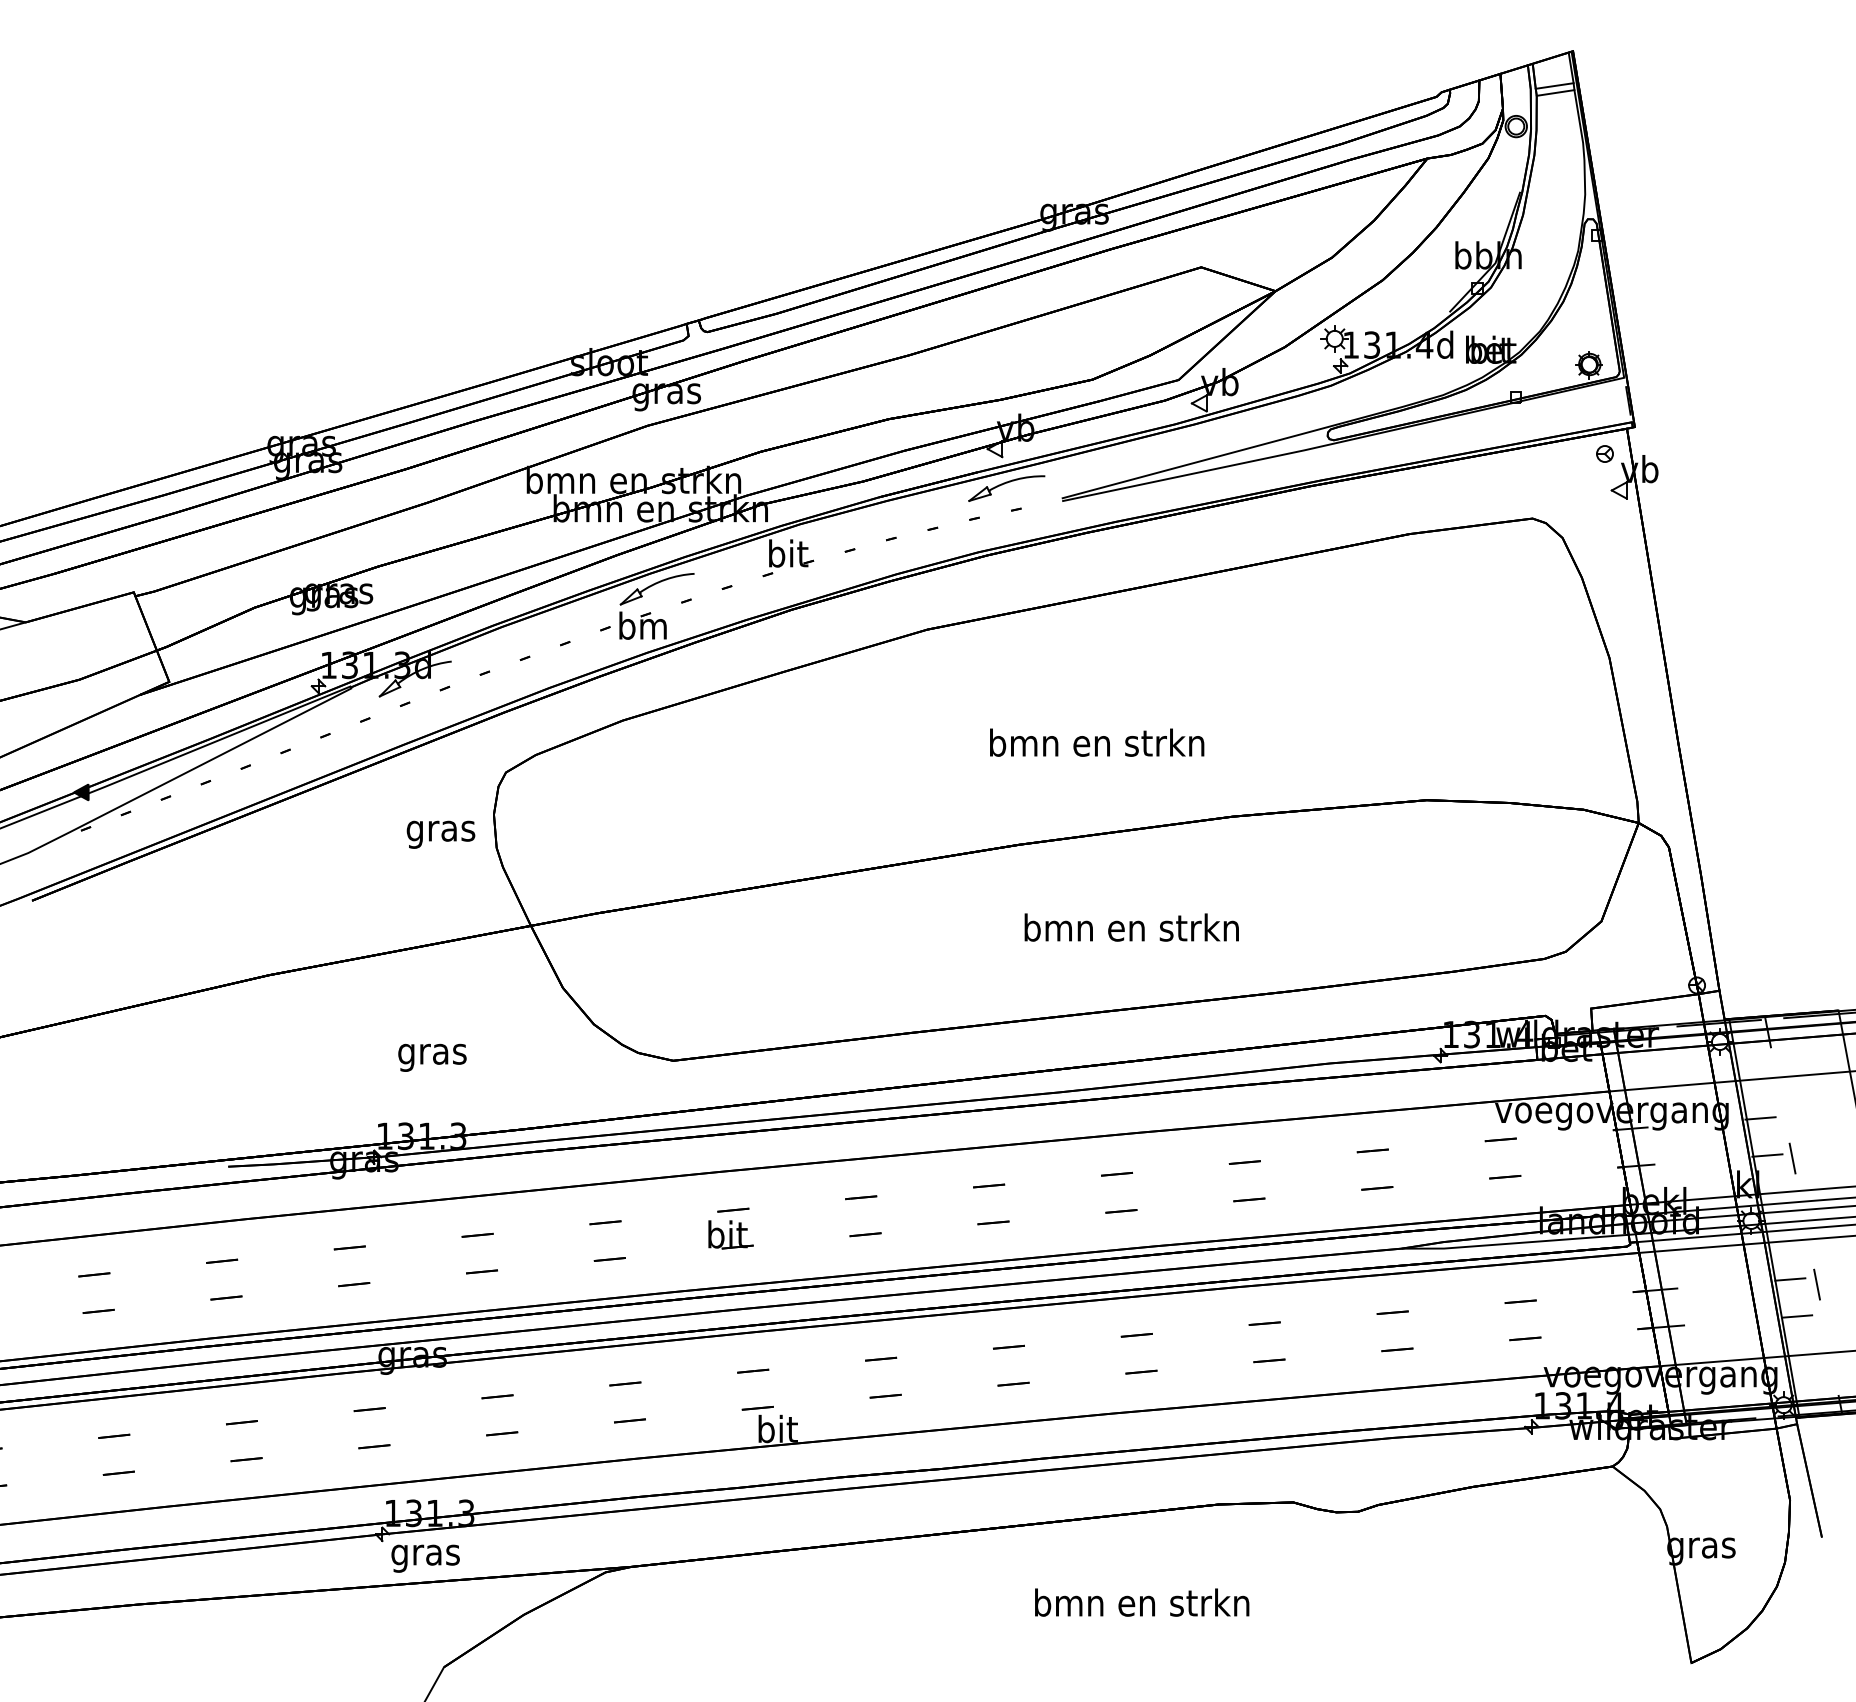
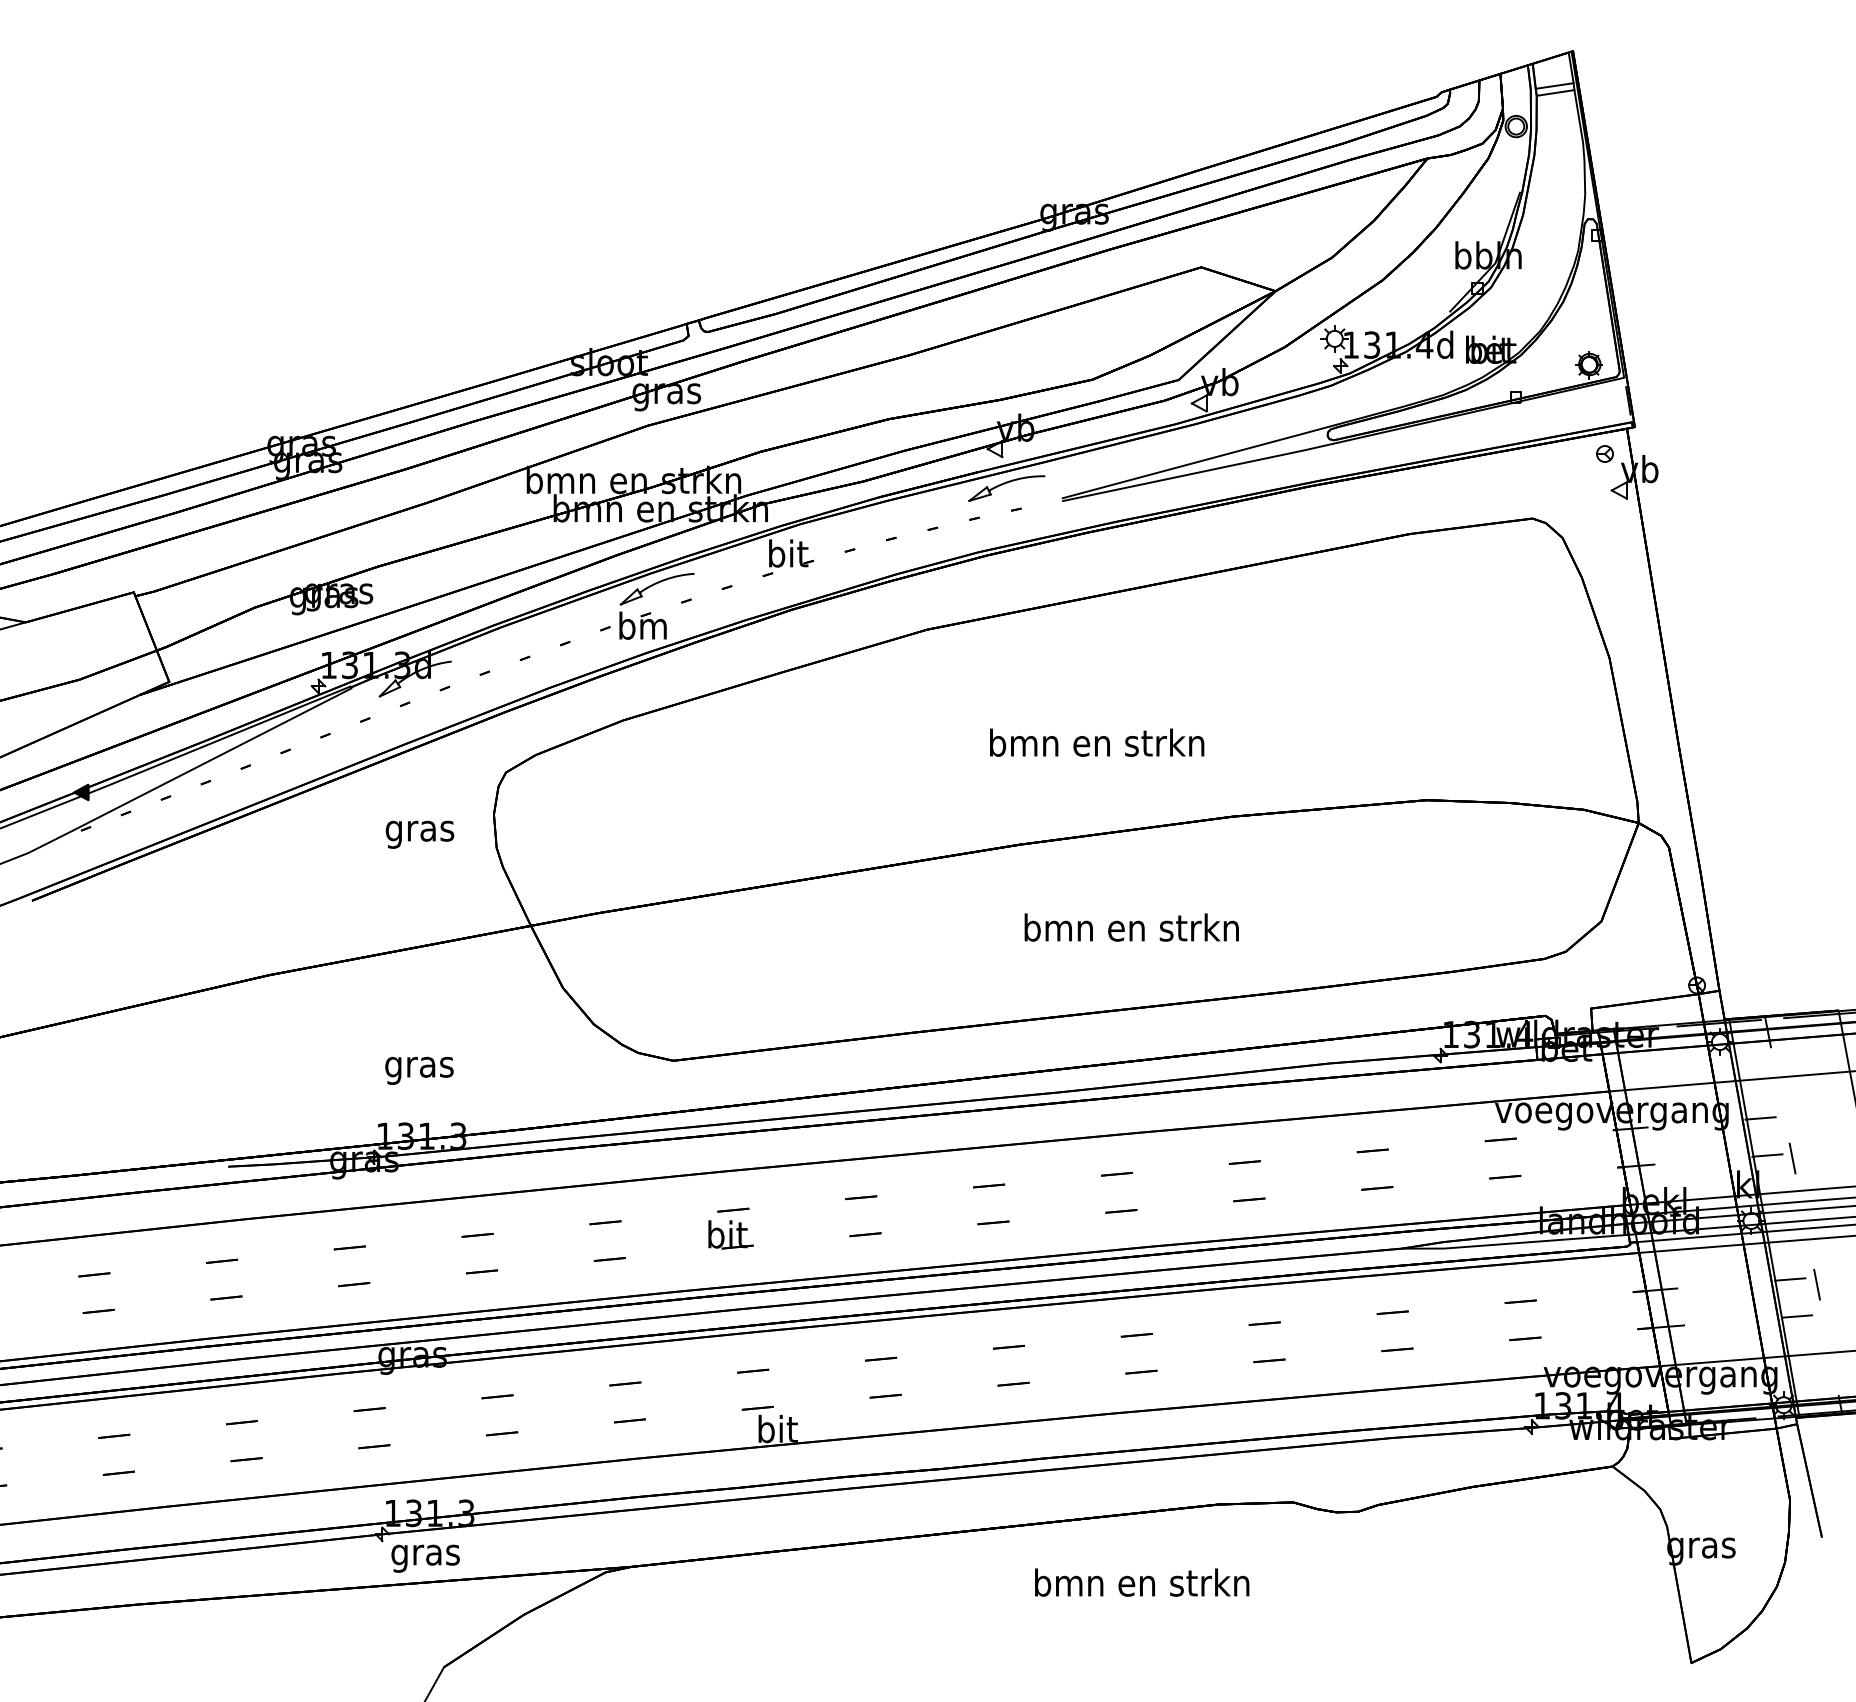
text at (440, 834) position: (440, 834) -> (419, 834)
text at (432, 1057) position: (432, 1057) -> (419, 1070)
text at (1142, 1602) position: (1142, 1602) -> (1142, 1582)
